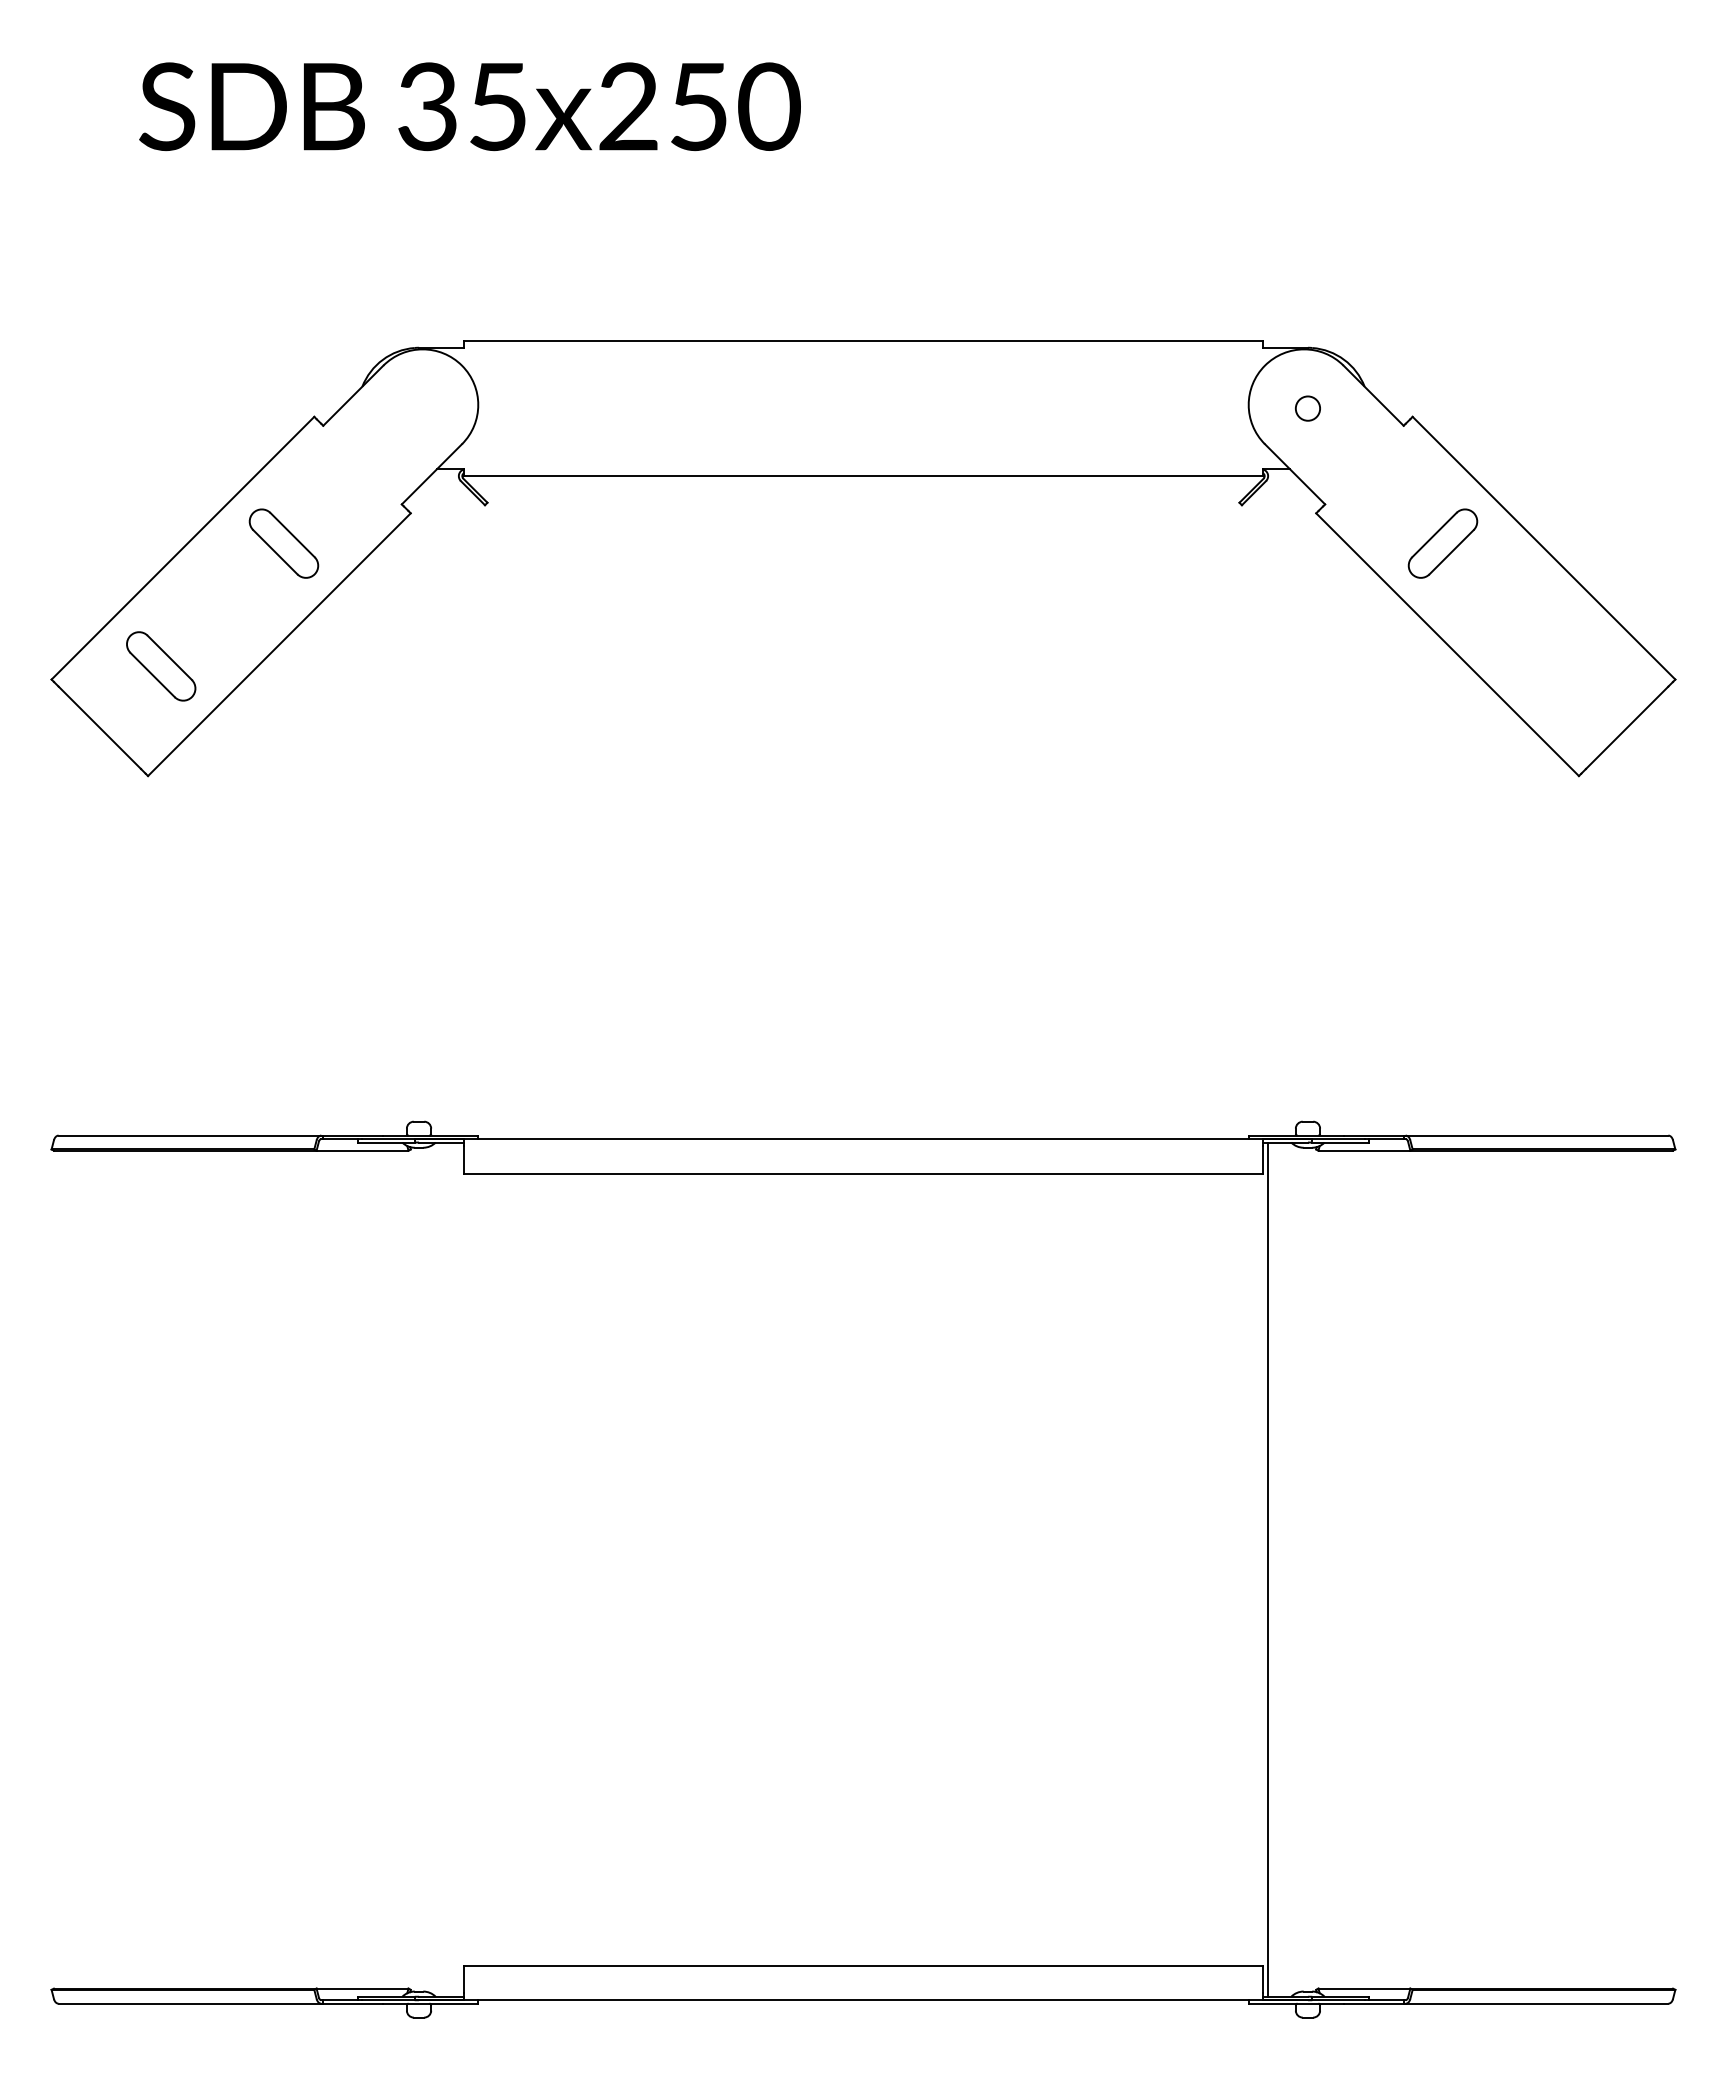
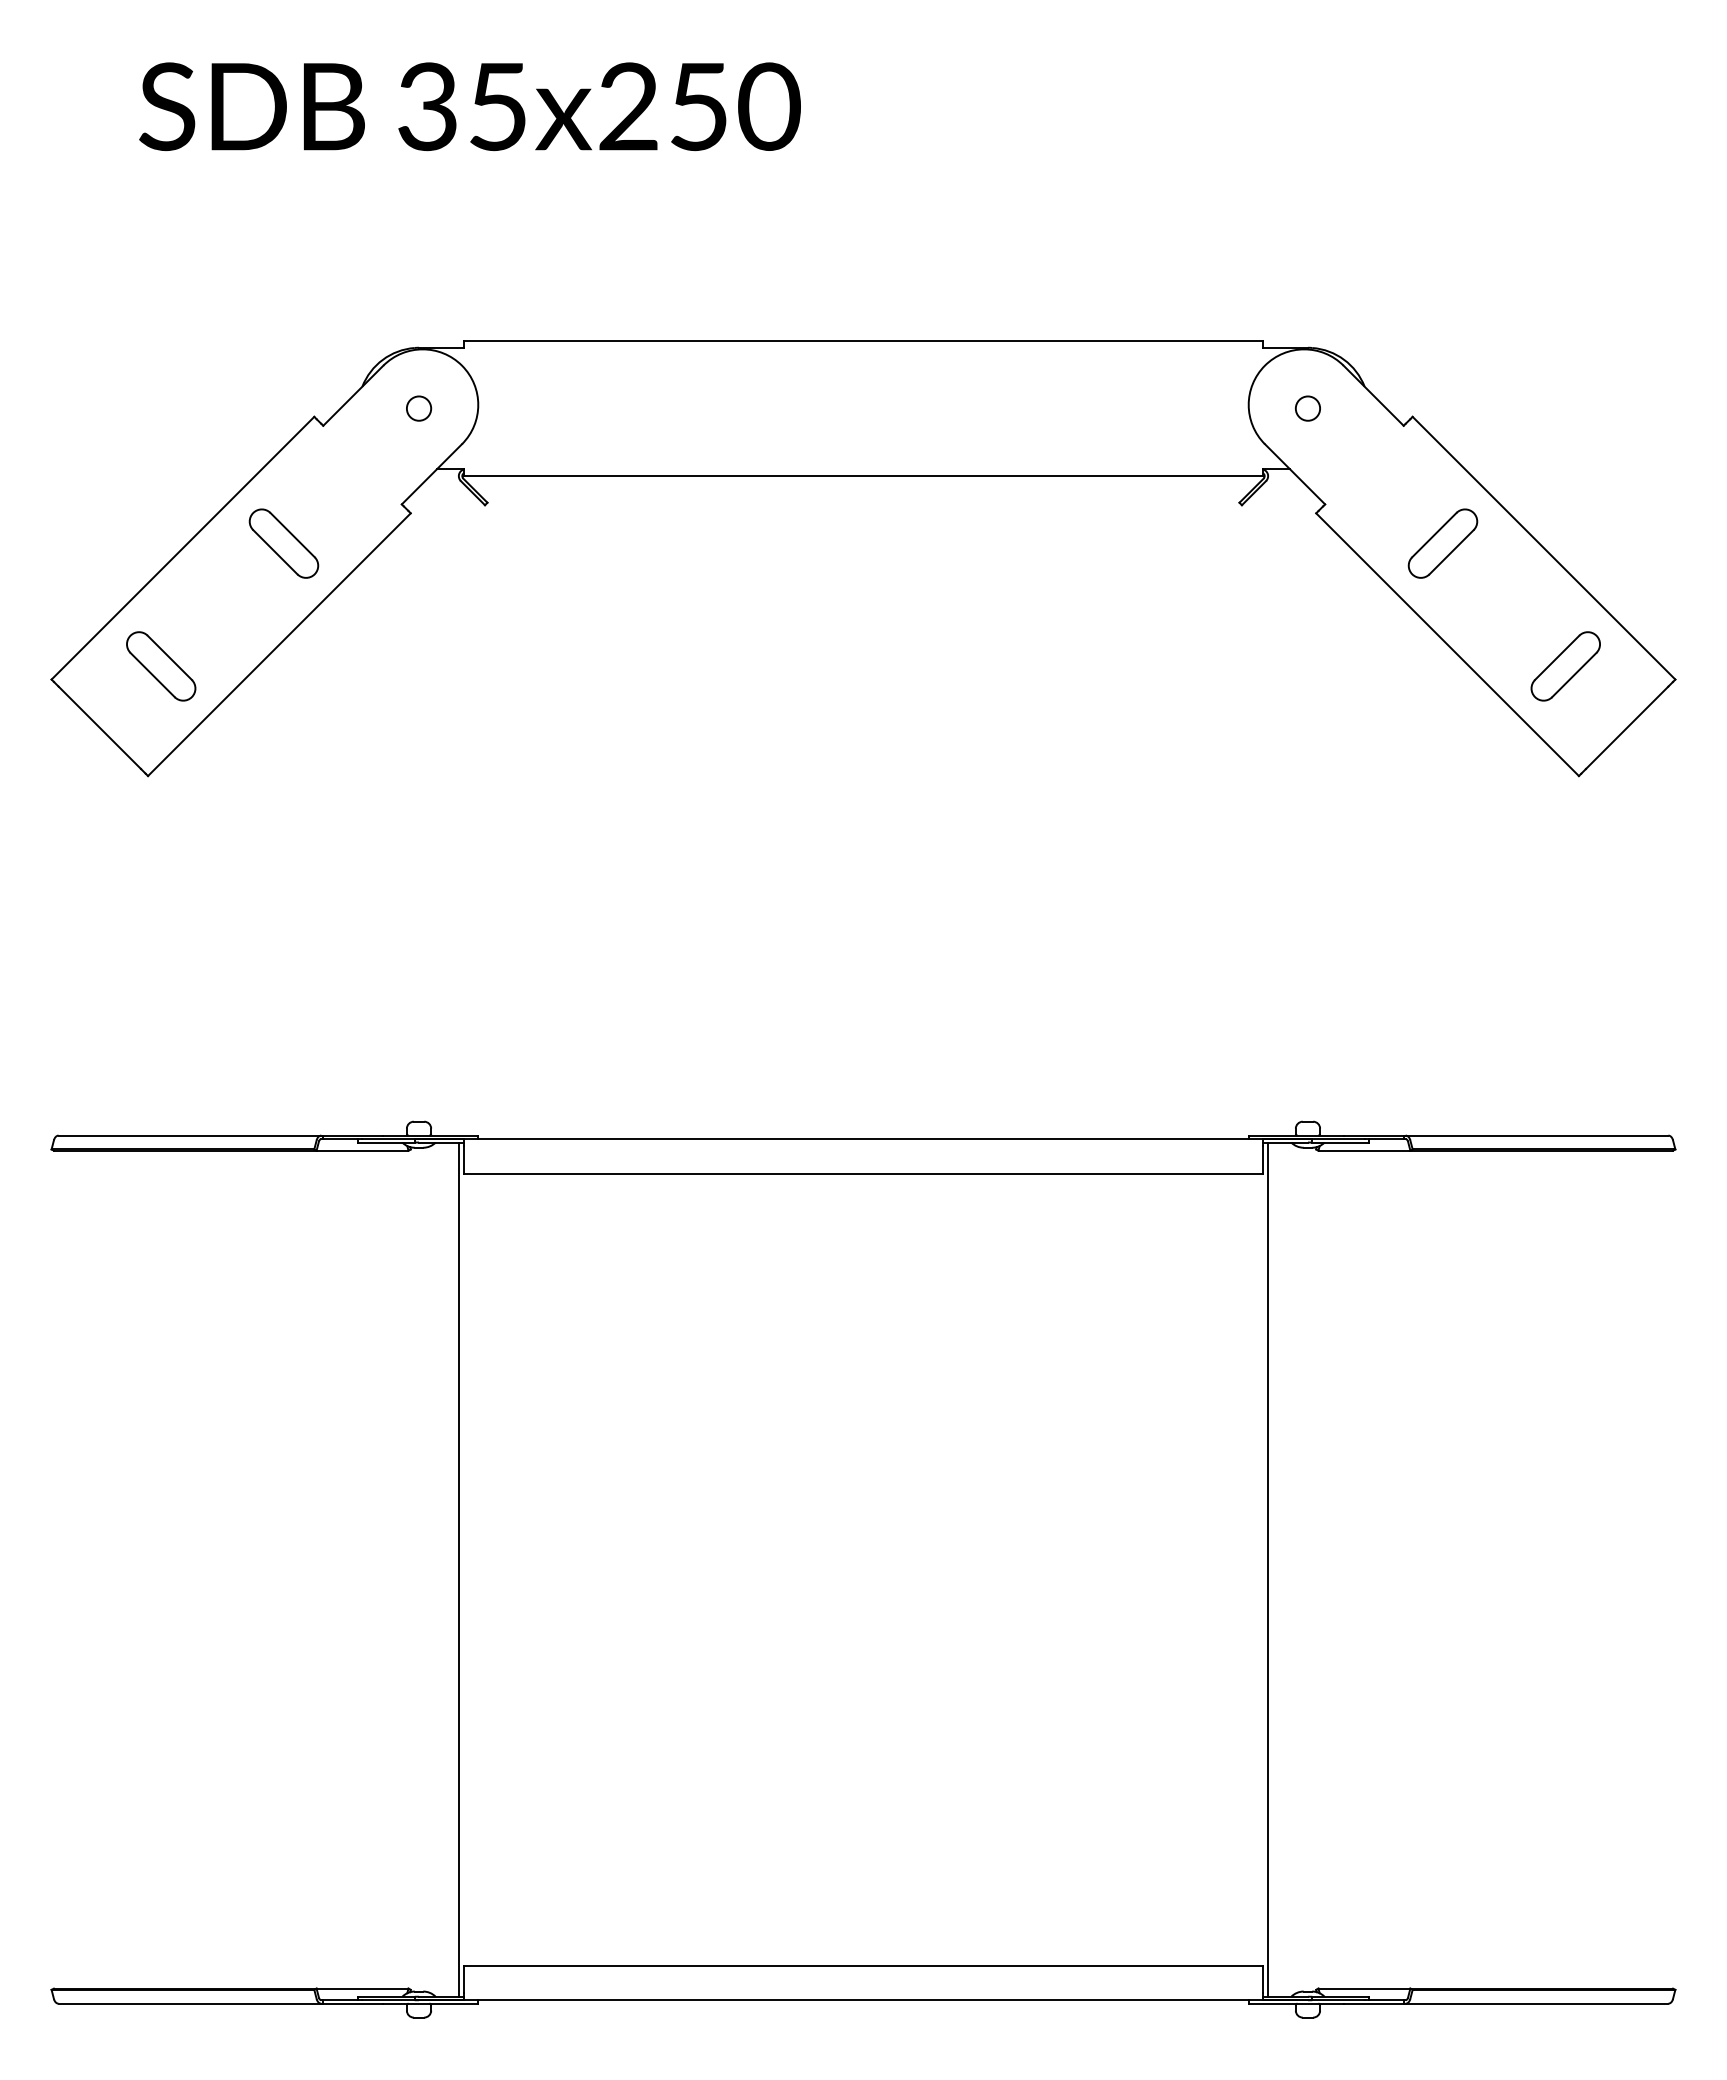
circle at (419, 408): none -> present
part at (1565, 666): none -> present
line at (458, 1569): none -> present
